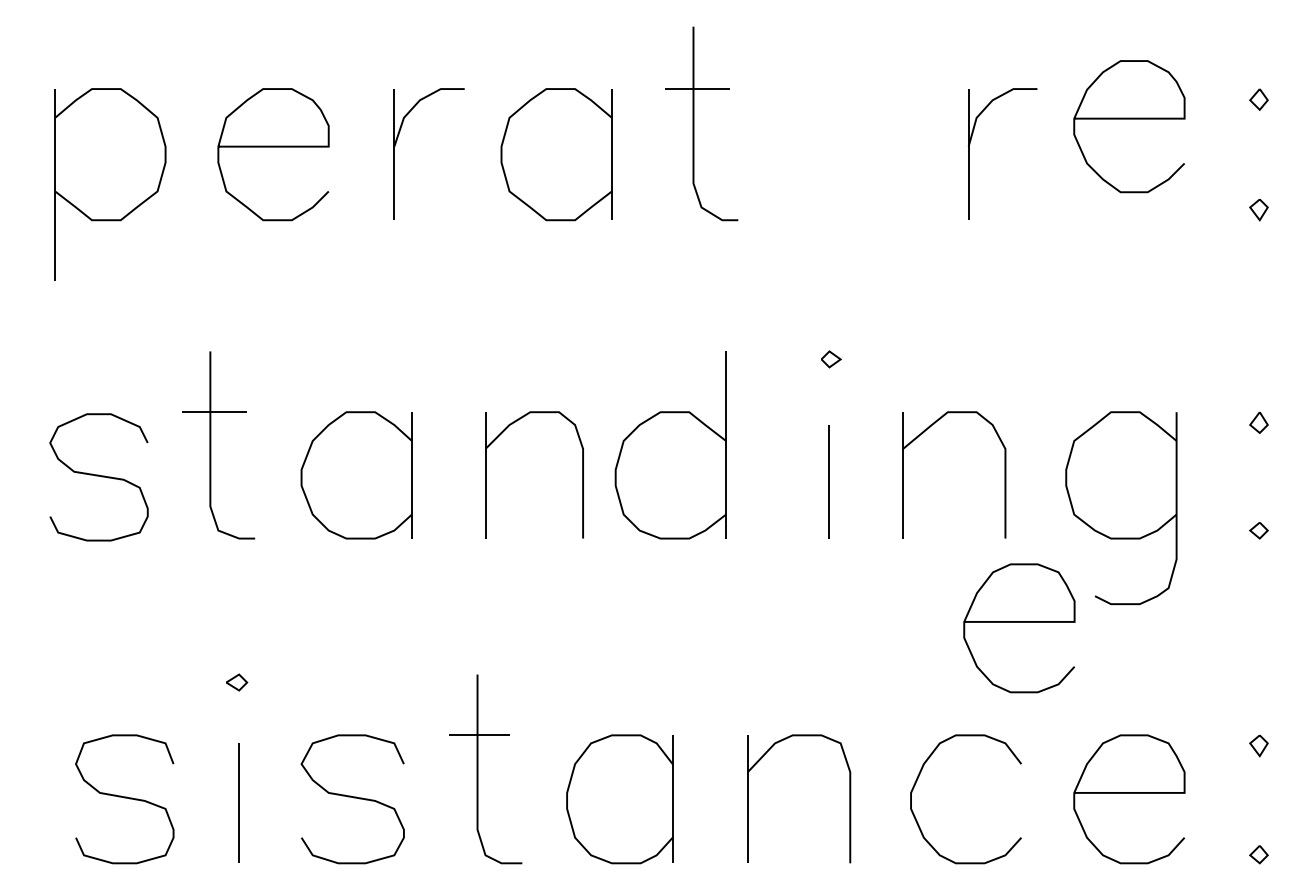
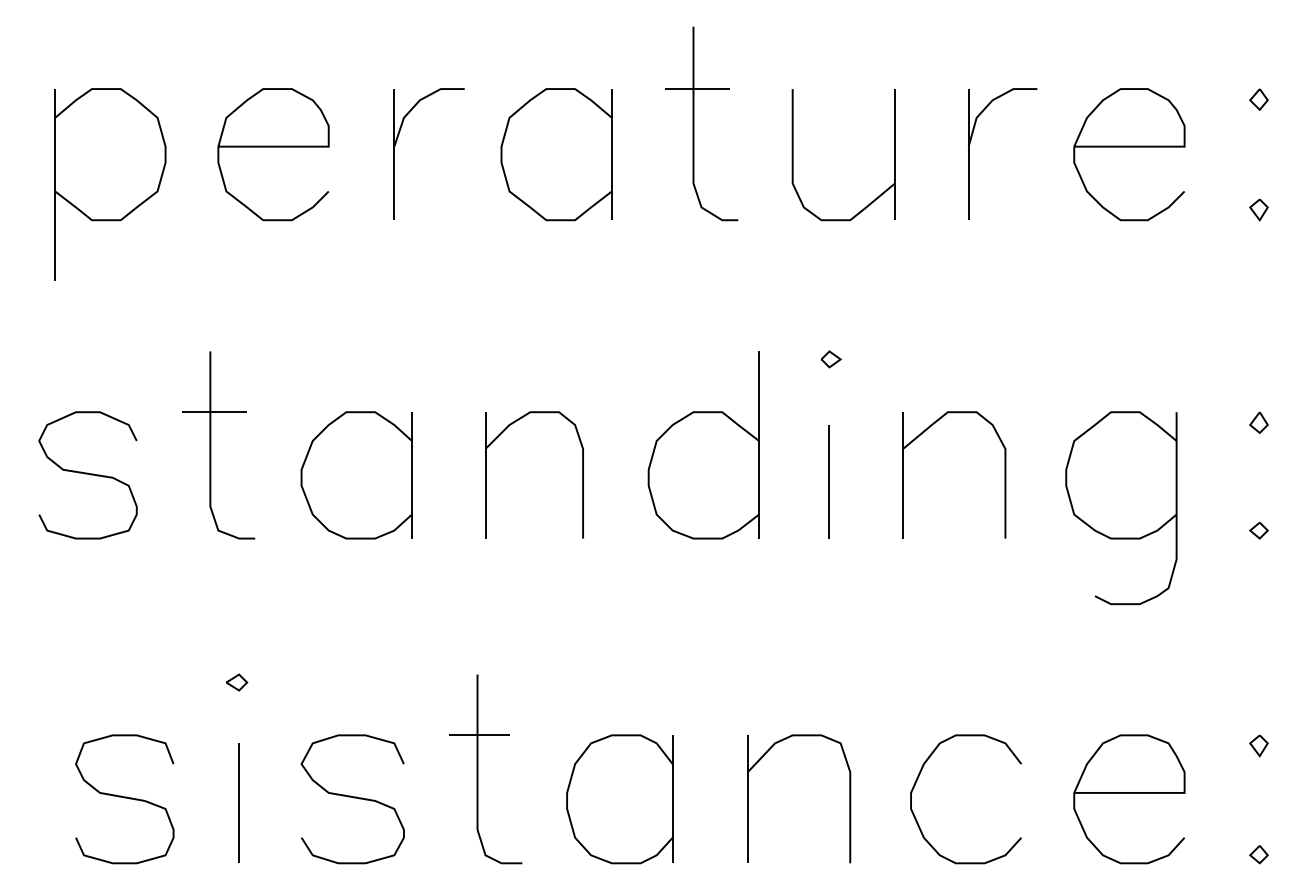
curve at (1129, 119) position: (1129, 119) -> (1129, 147)
part at (793, 155): none -> present
part at (670, 445) position: (670, 445) -> (703, 445)
curve at (98, 476) position: (98, 476) -> (87, 474)
curve at (1019, 622): present -> none
